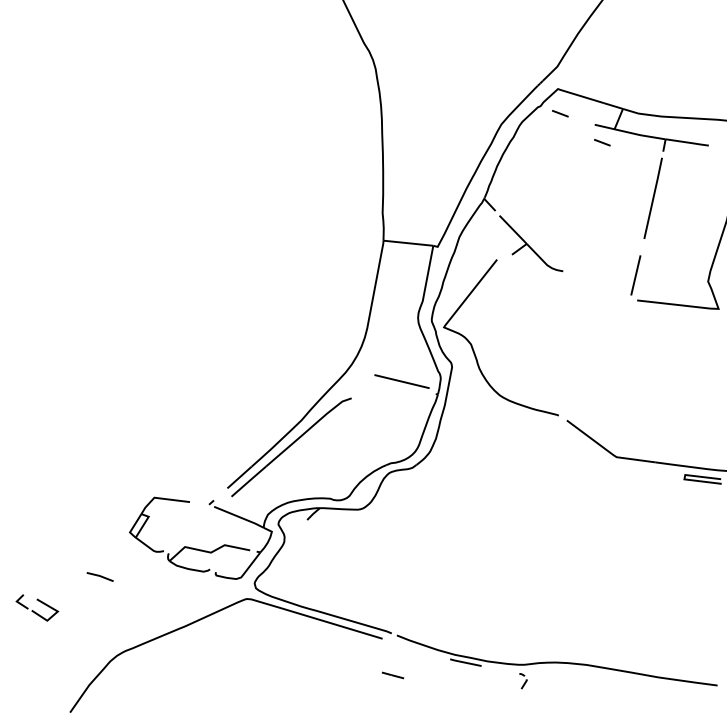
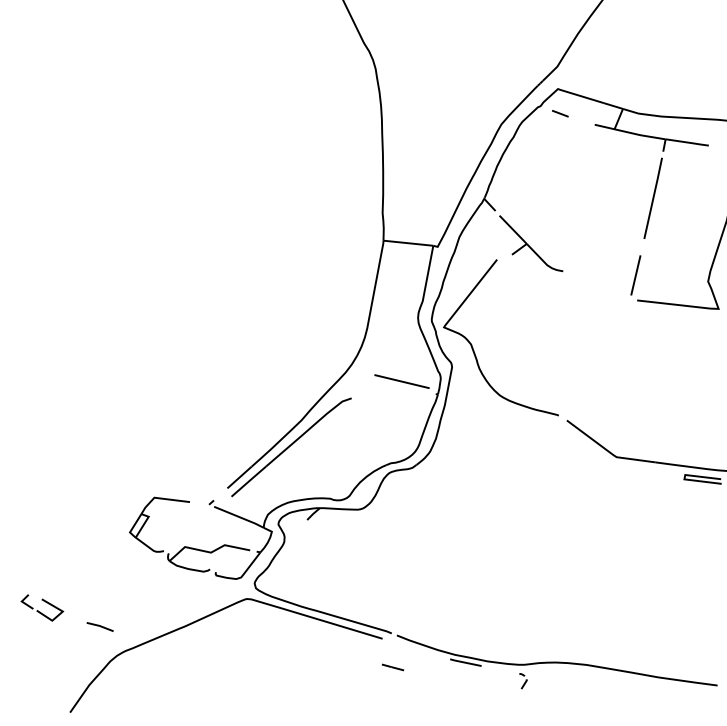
line at (602, 142): present -> none
line at (99, 576) position: (99, 576) -> (99, 626)
part at (37, 607) position: (37, 607) -> (42, 607)
line at (392, 675) position: (392, 675) -> (392, 667)
